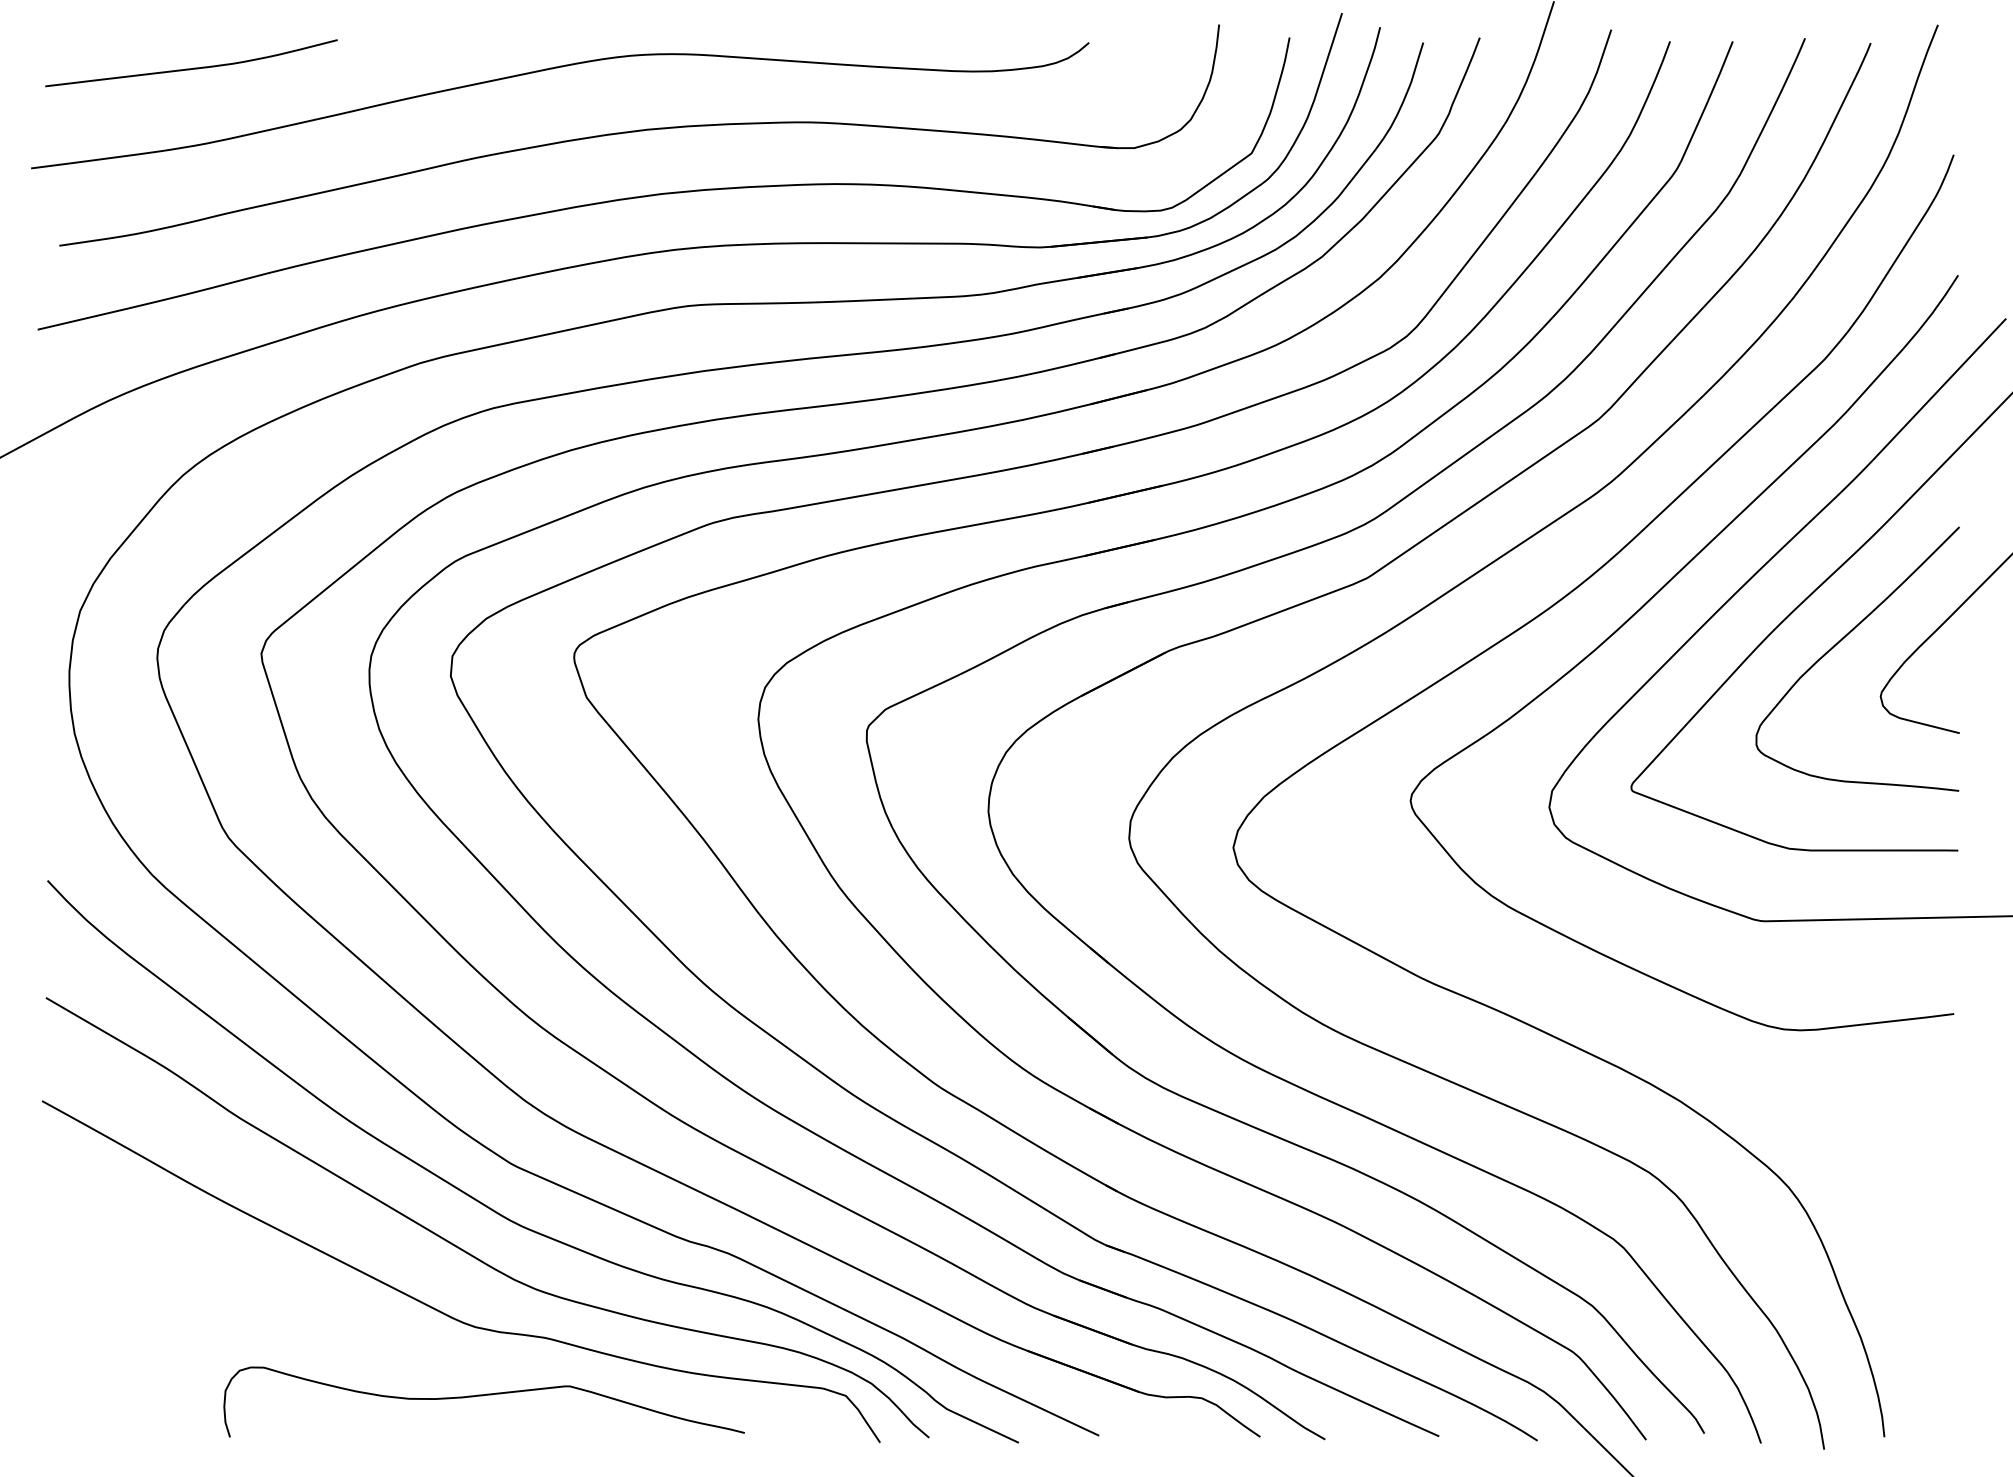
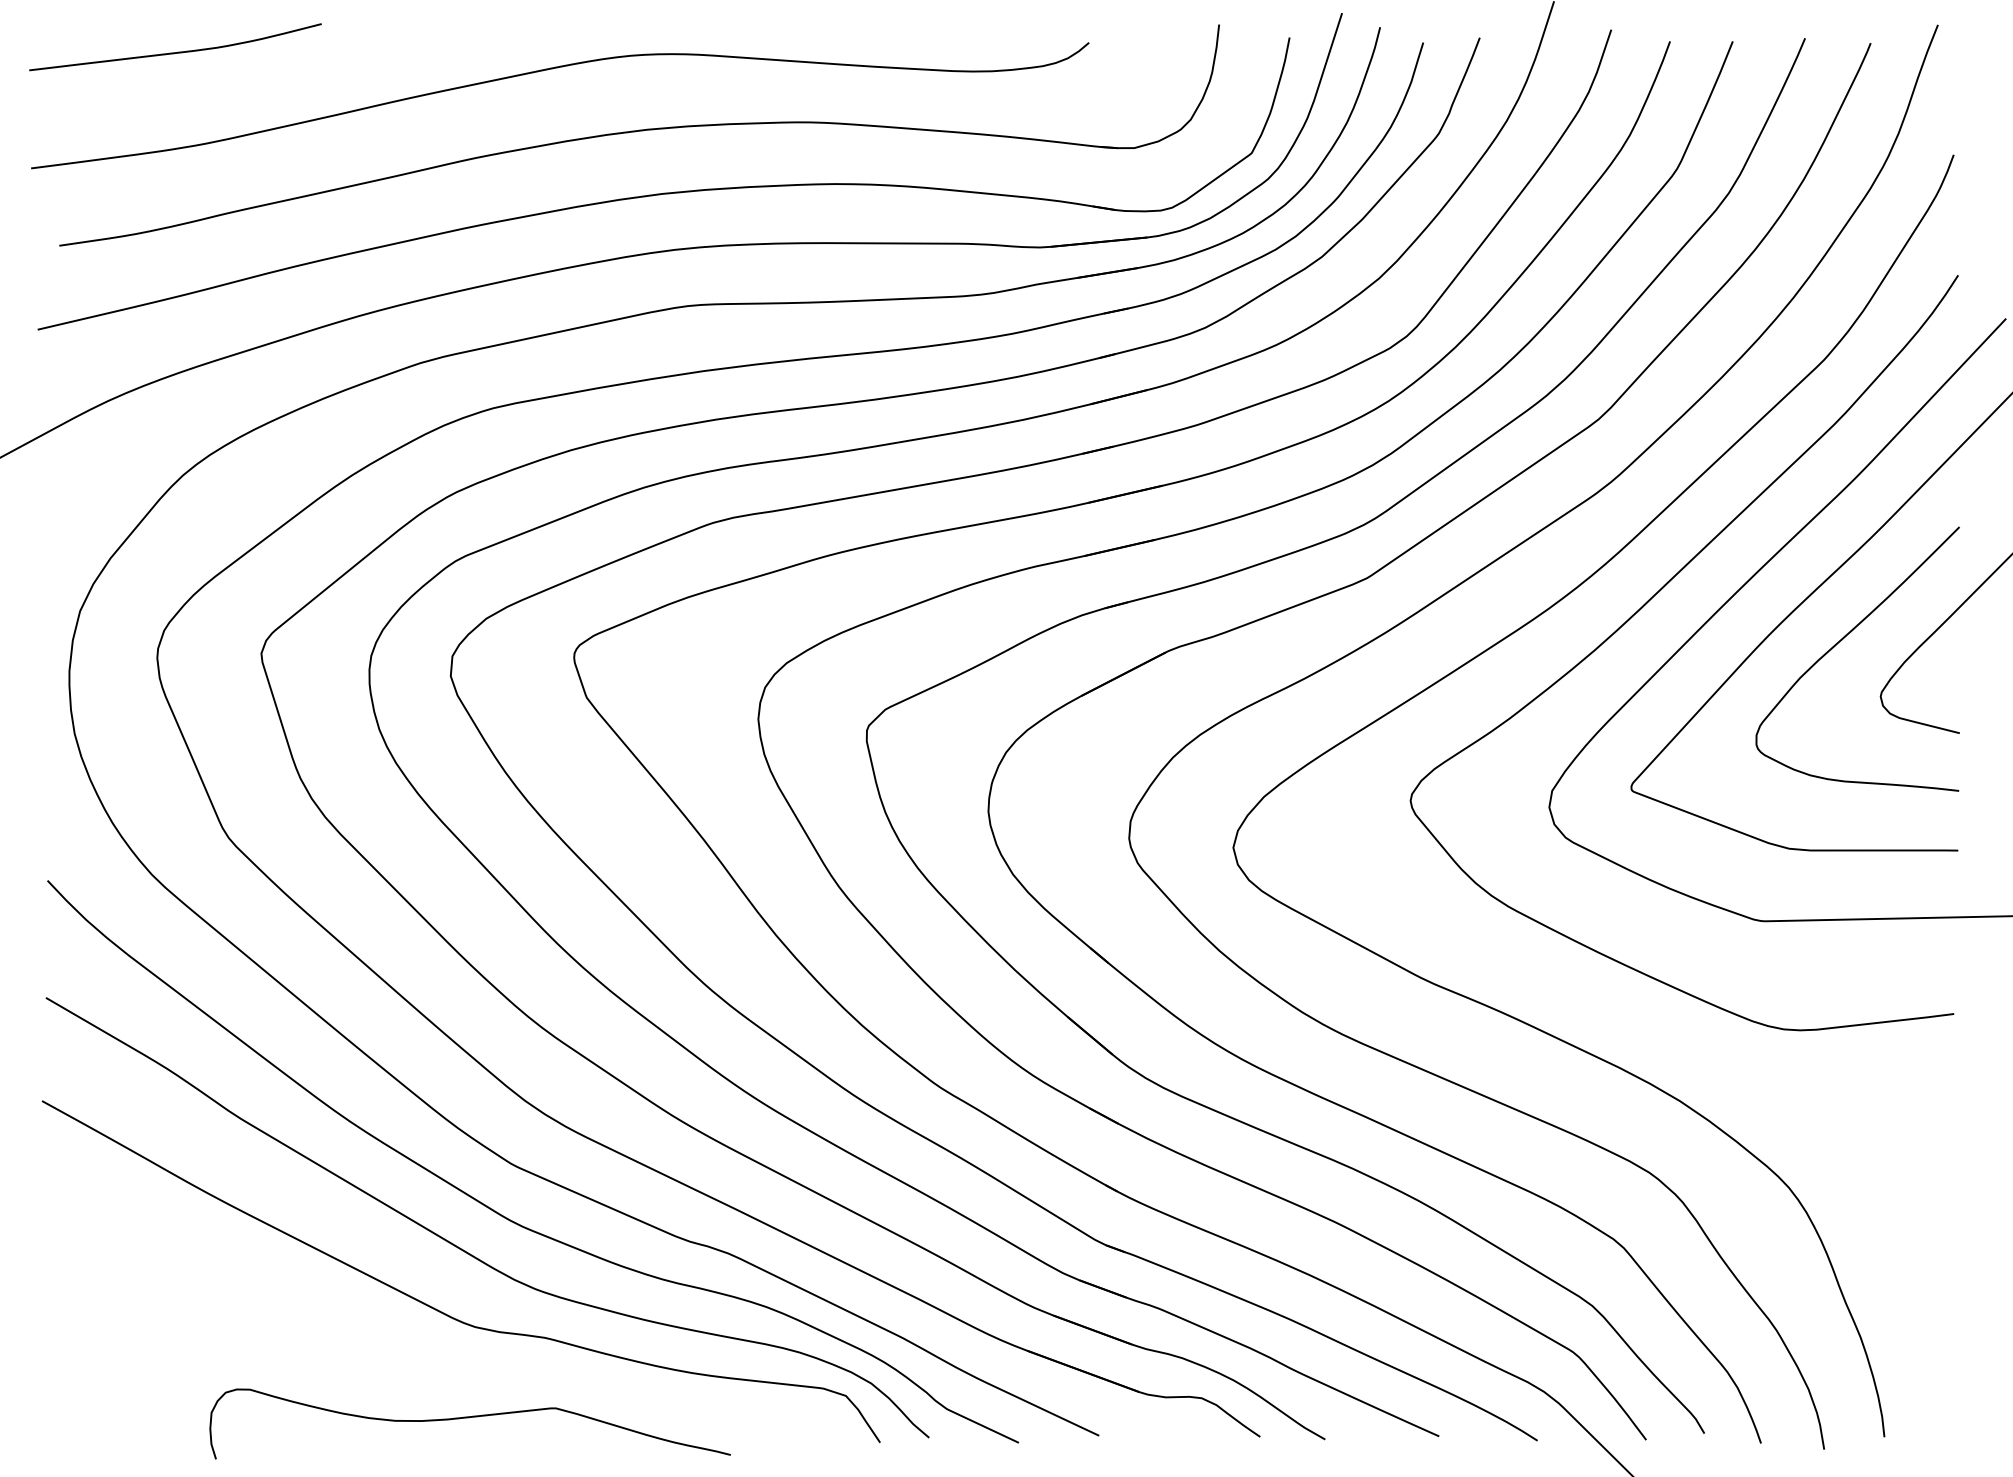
curve at (193, 67) position: (193, 67) -> (177, 51)
curve at (482, 1396) position: (482, 1396) -> (468, 1418)
